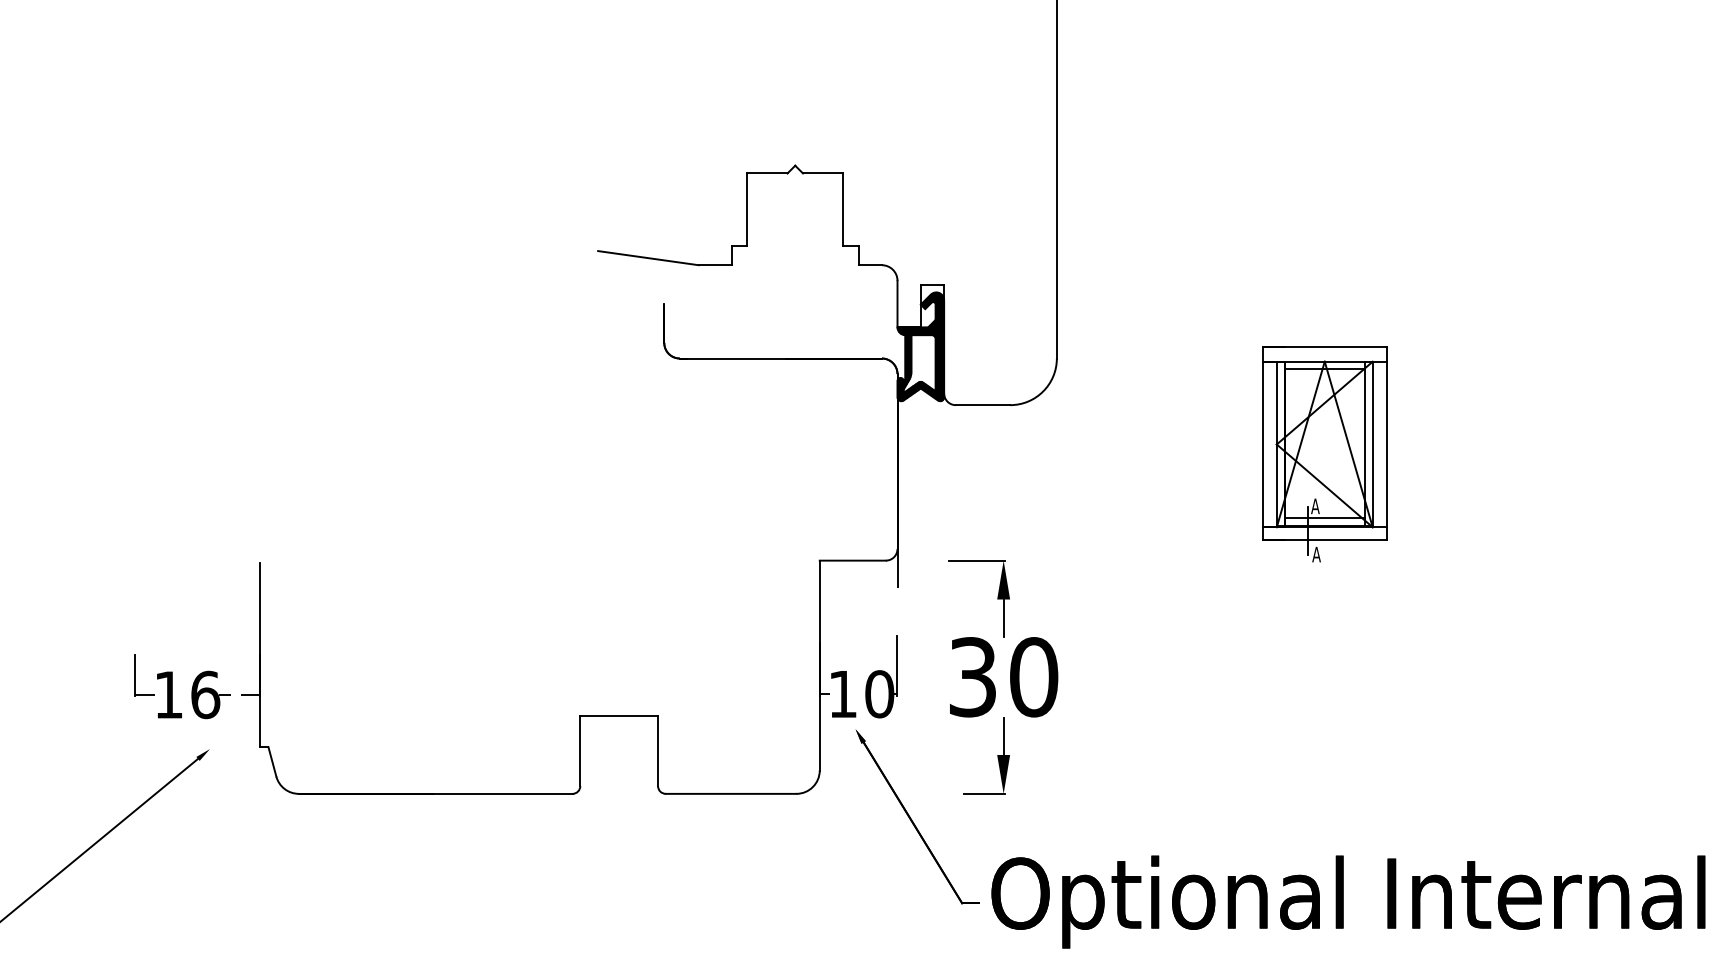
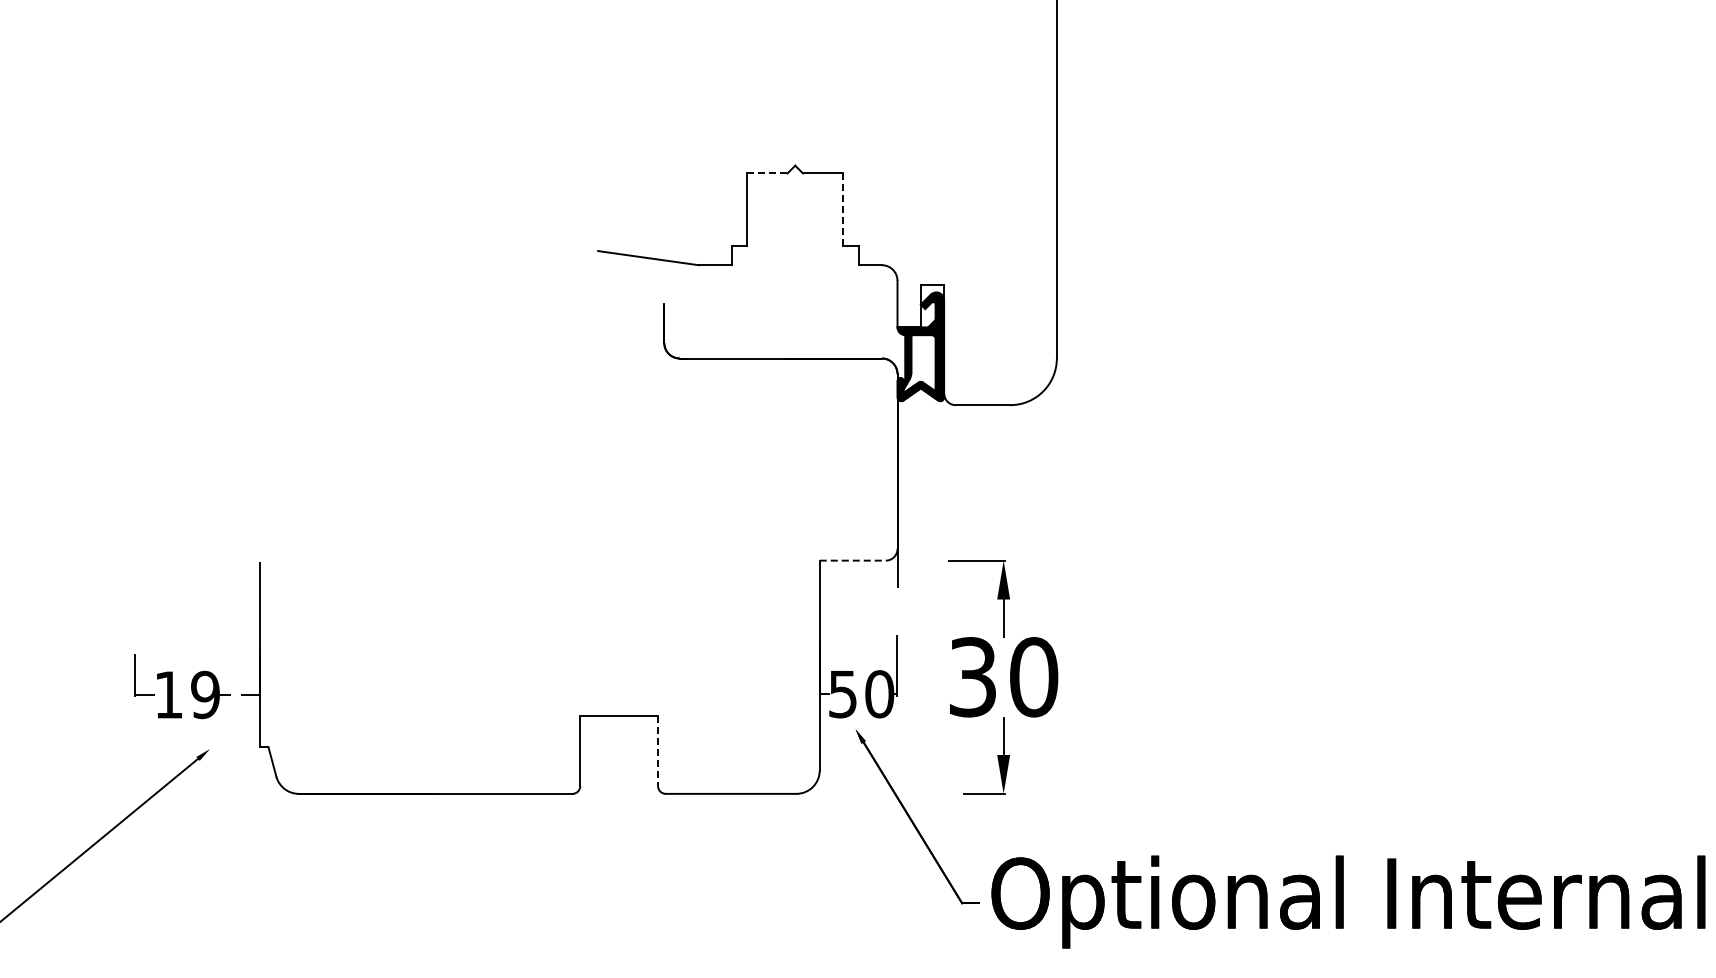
line at (767, 173): solid -> dashed
line at (843, 210): solid -> dashed
part at (1324, 454): present -> none
line at (853, 560): solid -> dashed
text at (205, 694): 16 -> 19
text at (842, 694): 10 -> 50
line at (658, 751): solid -> dashed
